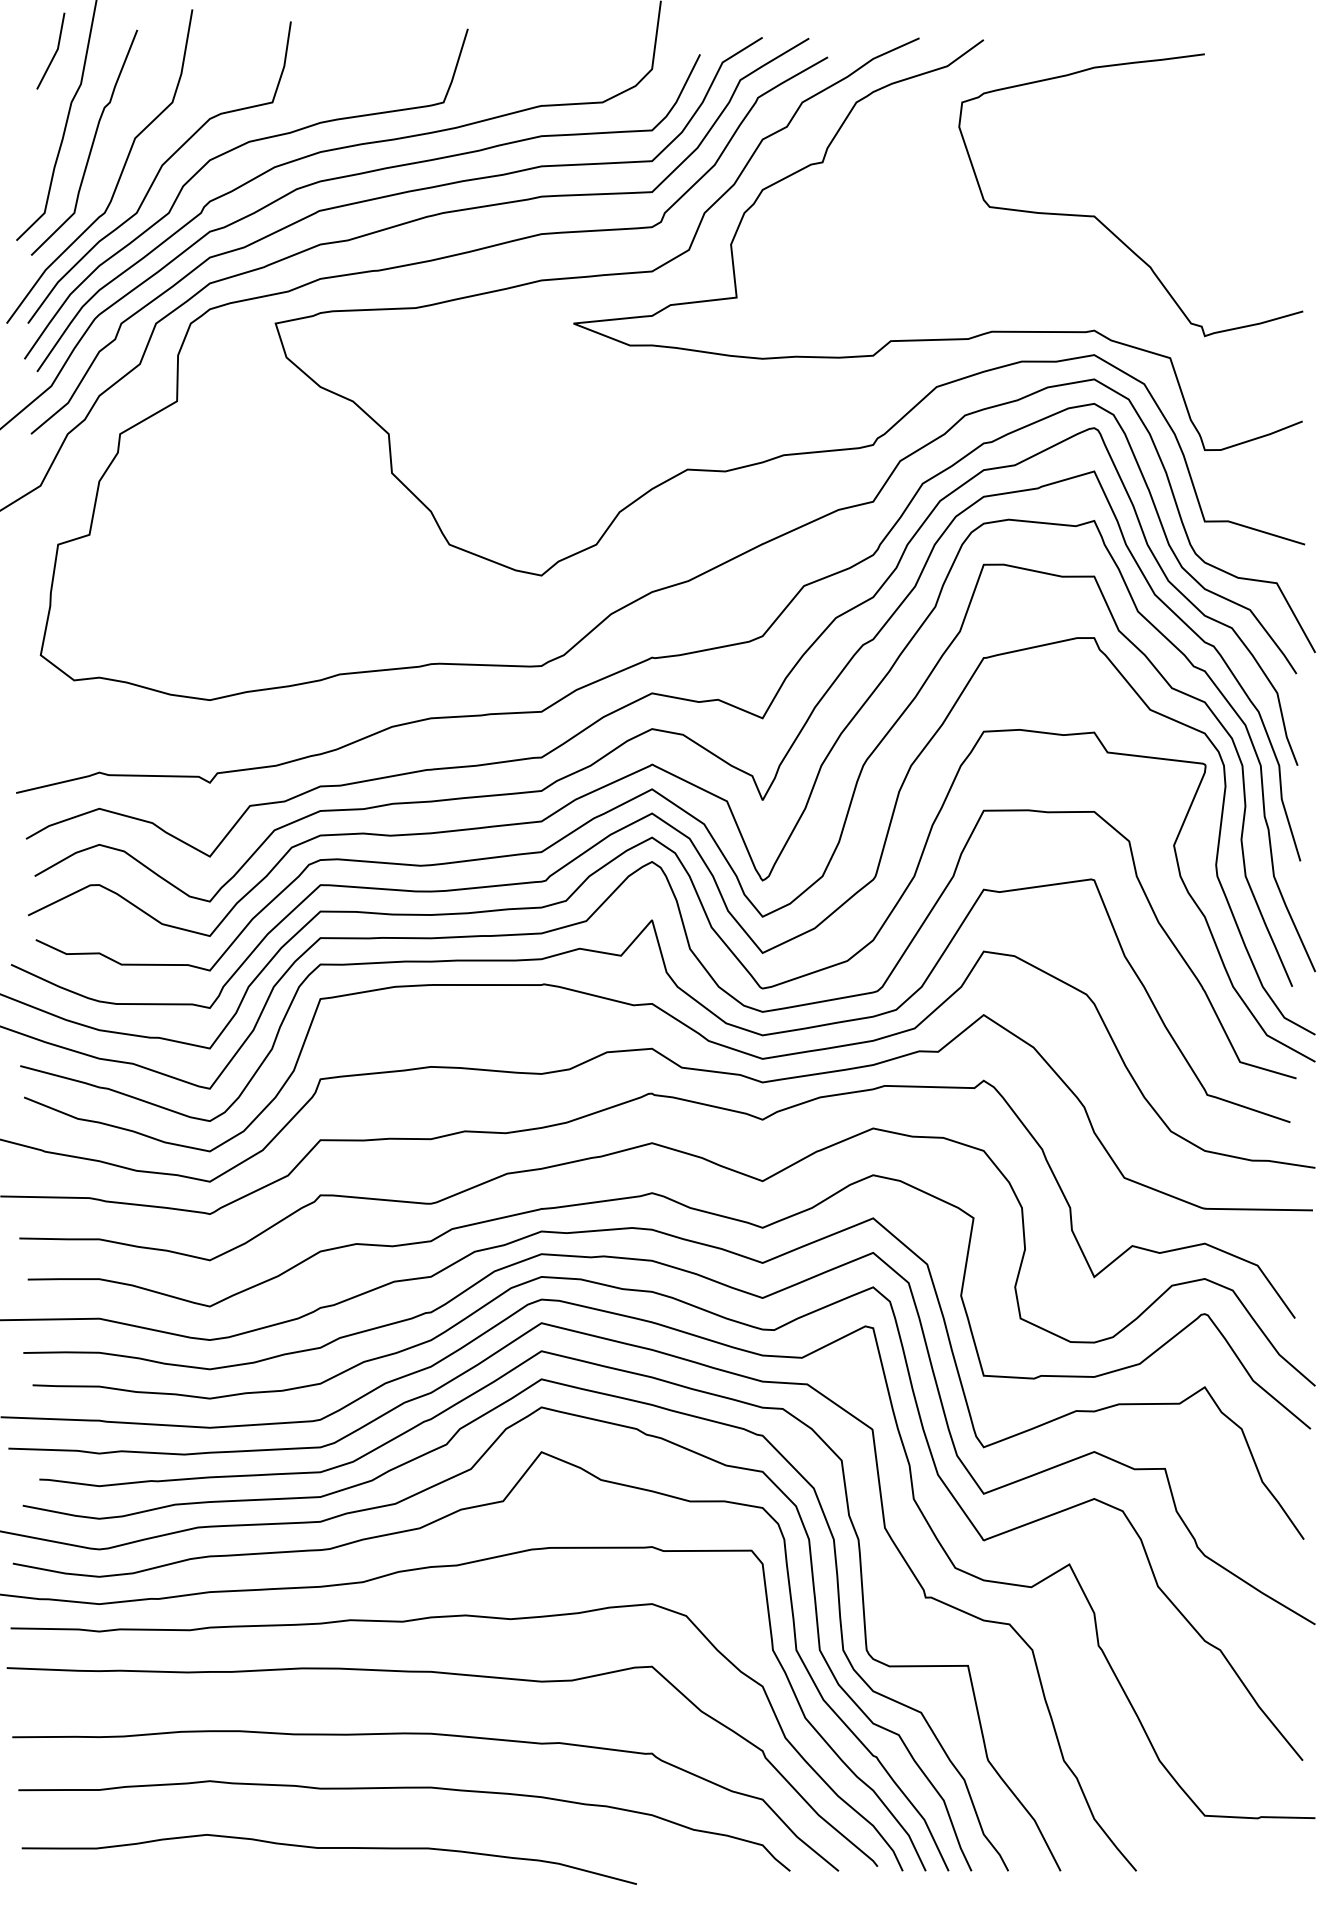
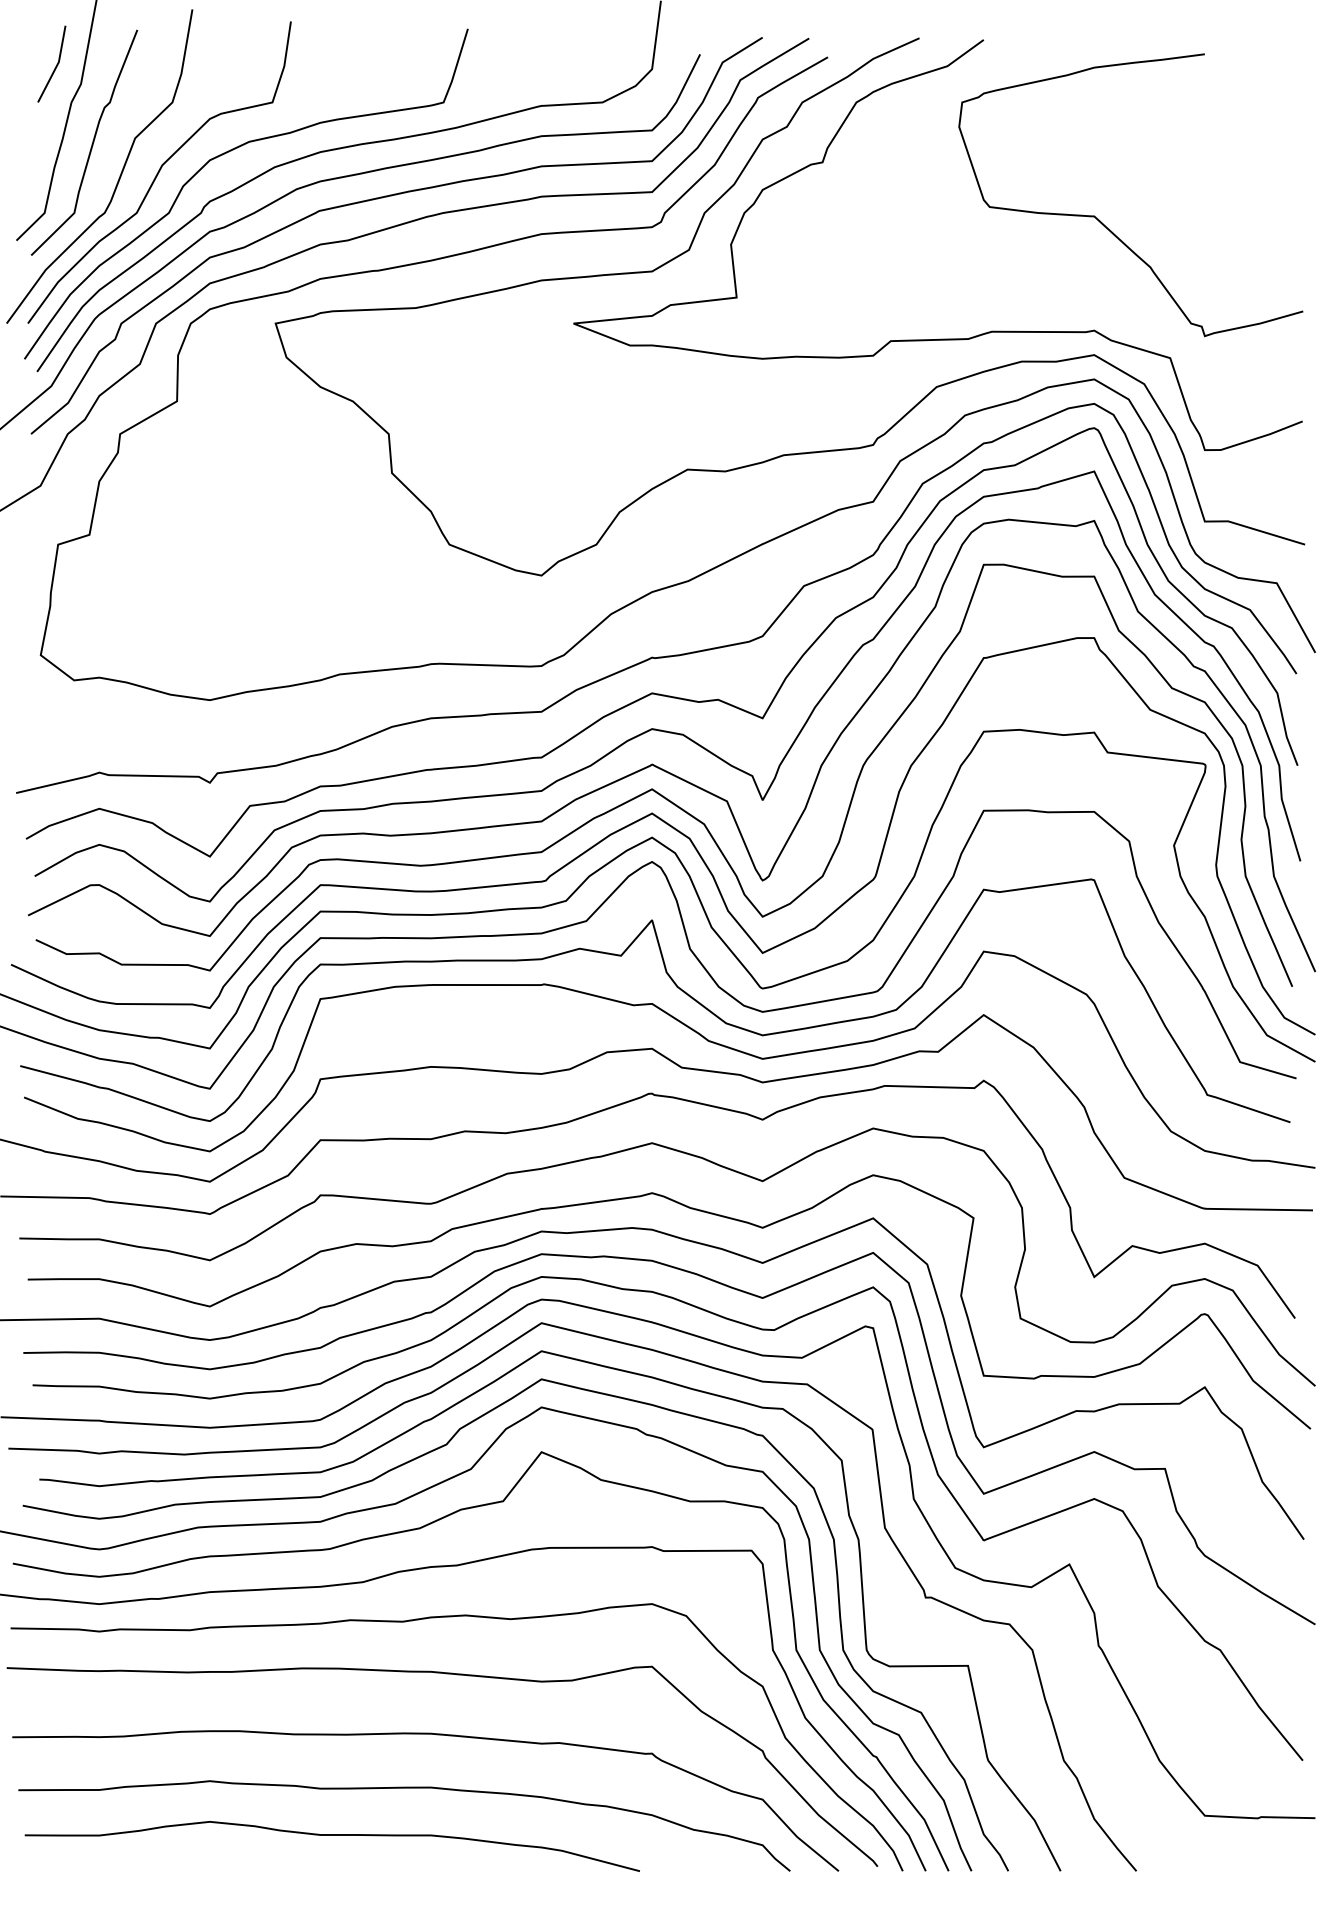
line at (54, 53) position: (54, 53) -> (55, 66)
curve at (328, 1848) position: (328, 1848) -> (331, 1835)
